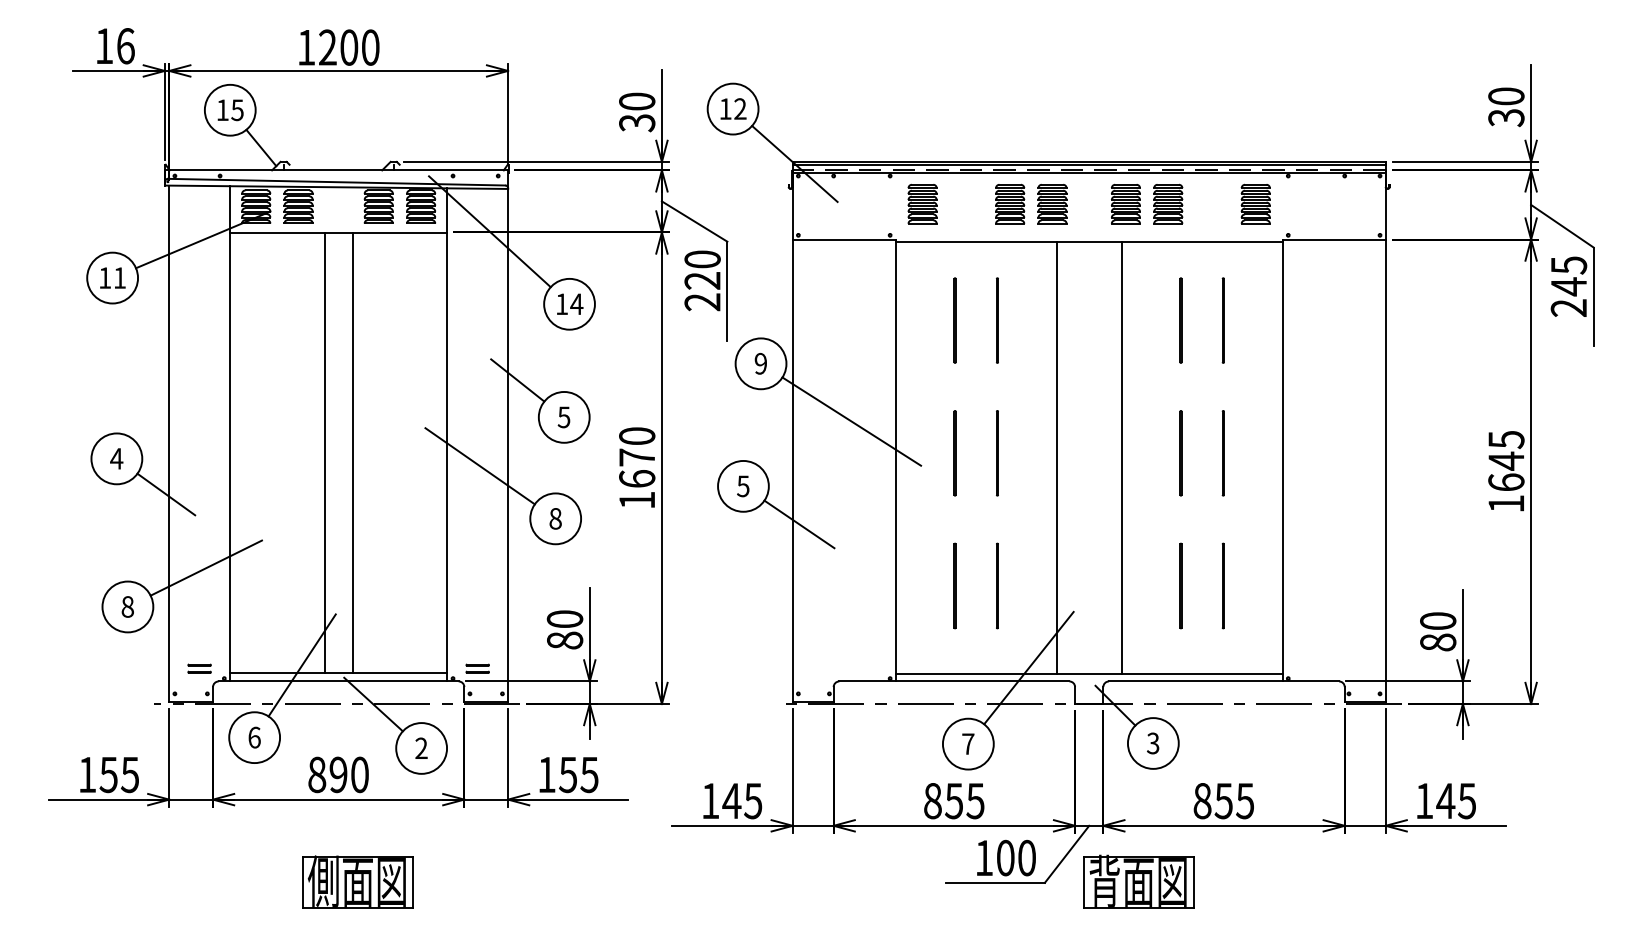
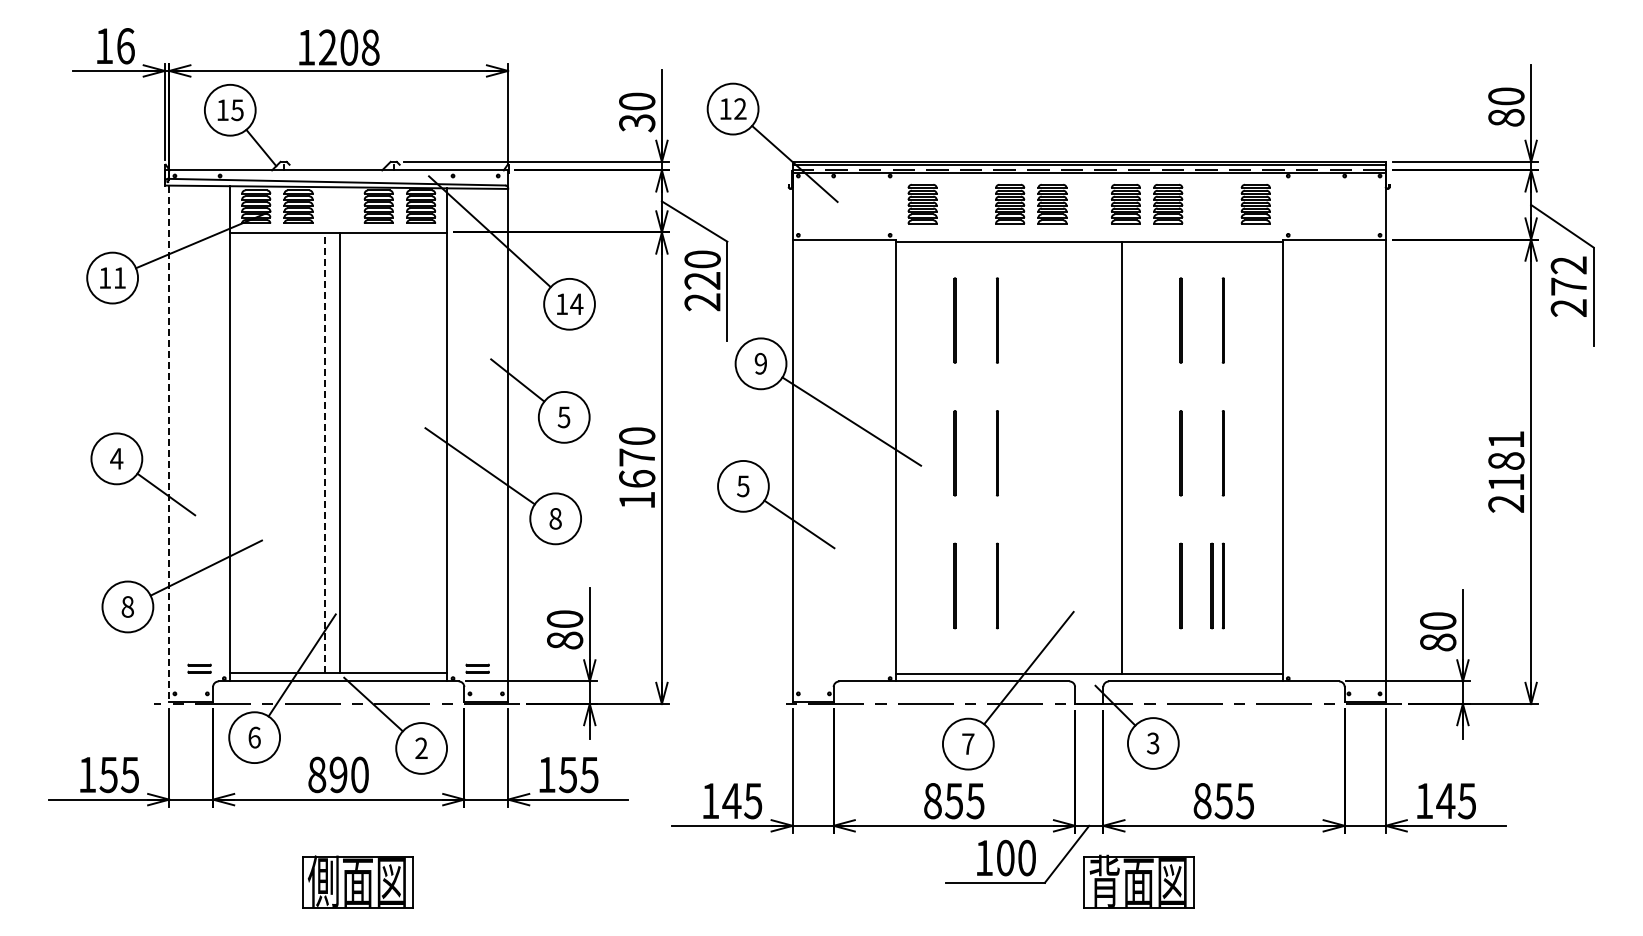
text at (370, 47): 1200 -> 1208
text at (1506, 117): 30 -> 80
text at (1568, 276): 245 -> 272
line at (169, 444): solid -> dashed
line at (324, 452): solid -> dashed
line at (352, 452) position: (352, 452) -> (339, 452)
line at (1056, 457): present -> none
text at (1506, 471): 1645 -> 2181
line at (1211, 585): none -> present
